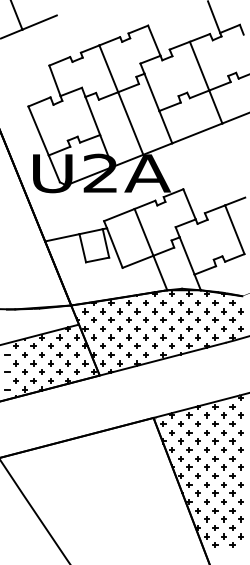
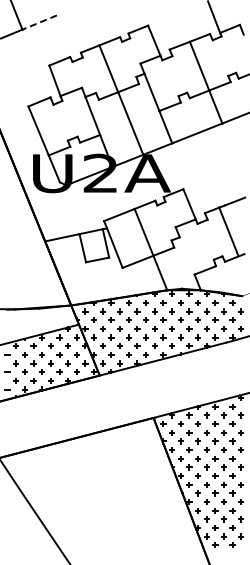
line at (39, 22): solid -> dashed
line at (234, 229) position: (234, 229) -> (228, 231)
line at (186, 255): present -> none
